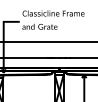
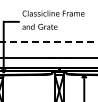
line at (49, 41): solid -> dashed
